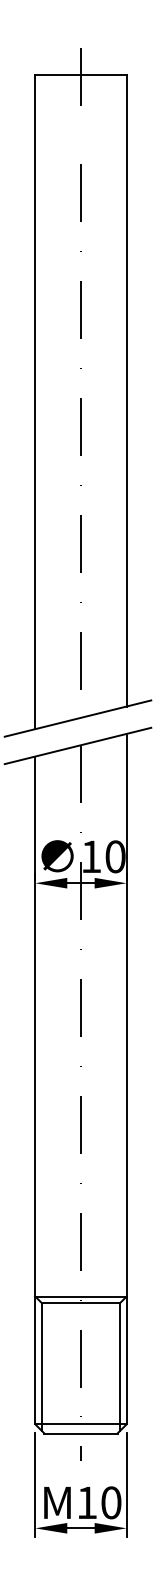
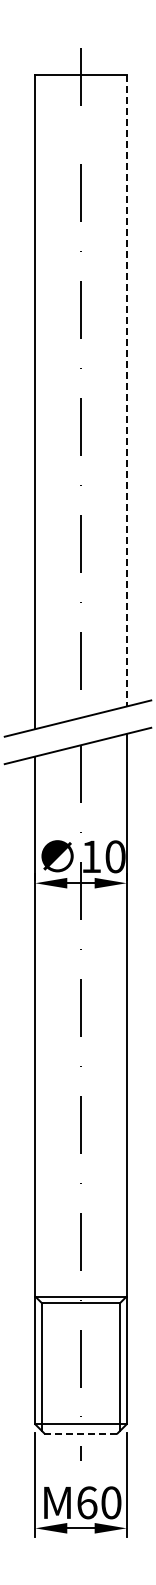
line at (126, 390): solid -> dashed
line at (80, 1433): solid -> dashed
text at (87, 1502): M10 -> M60
